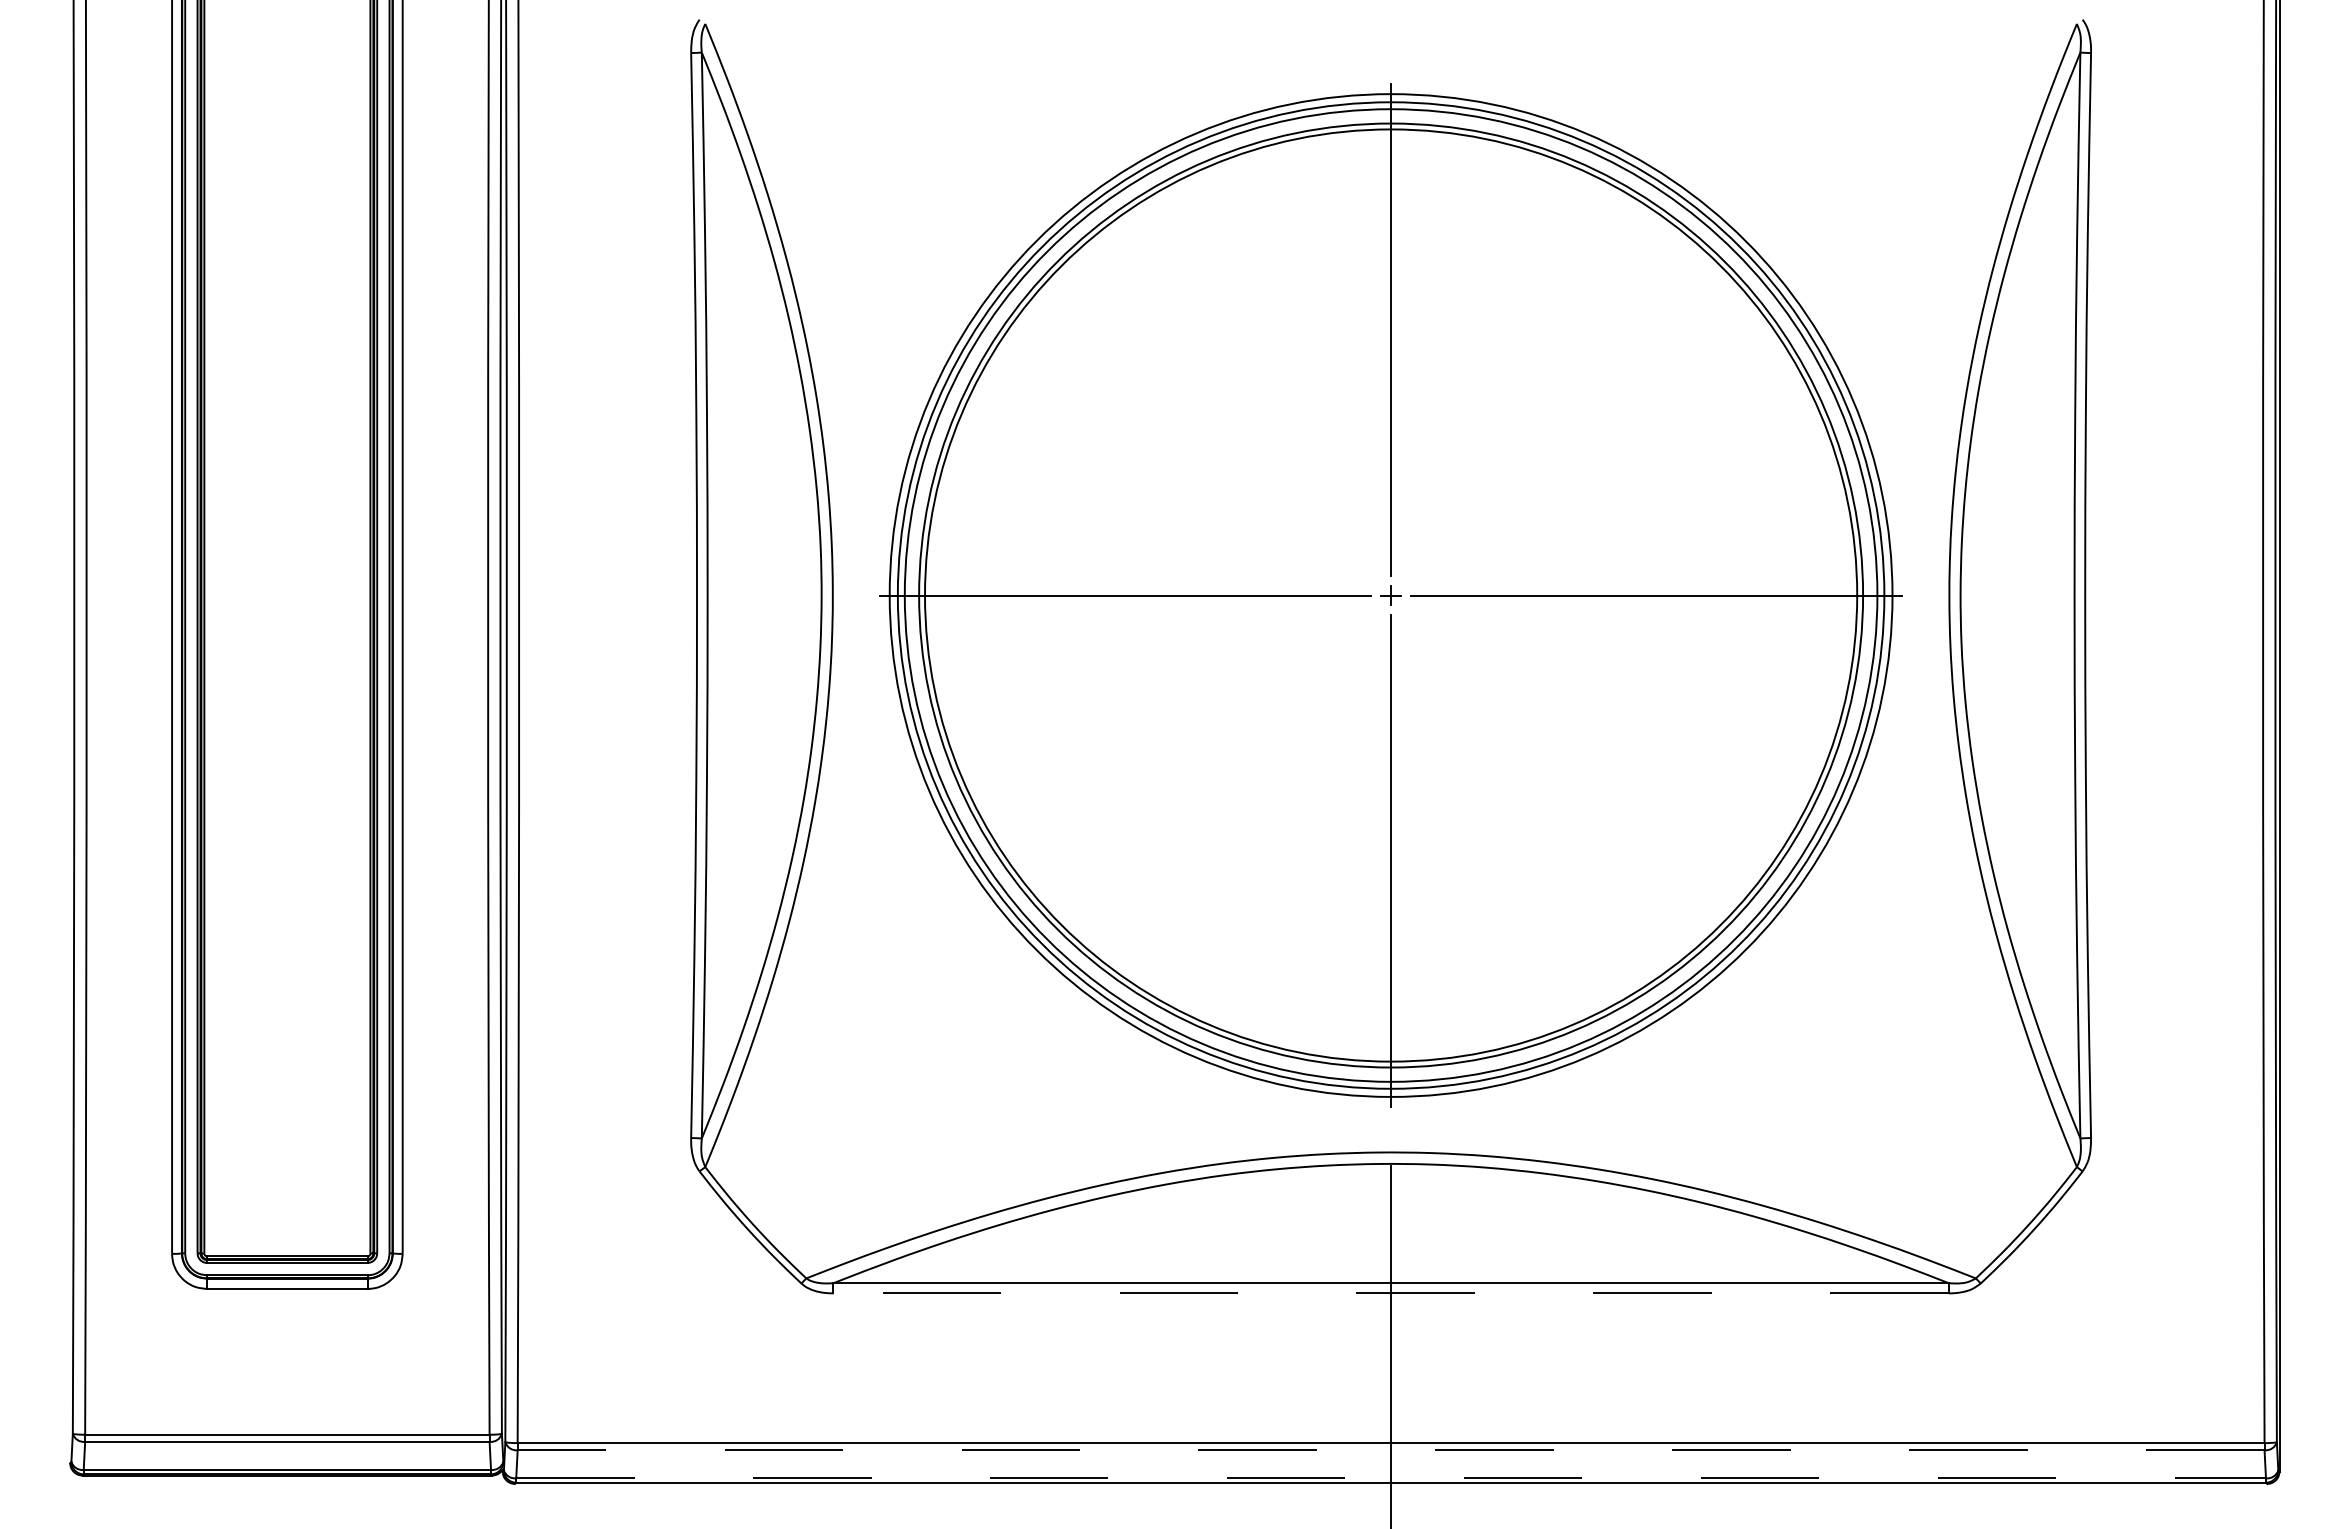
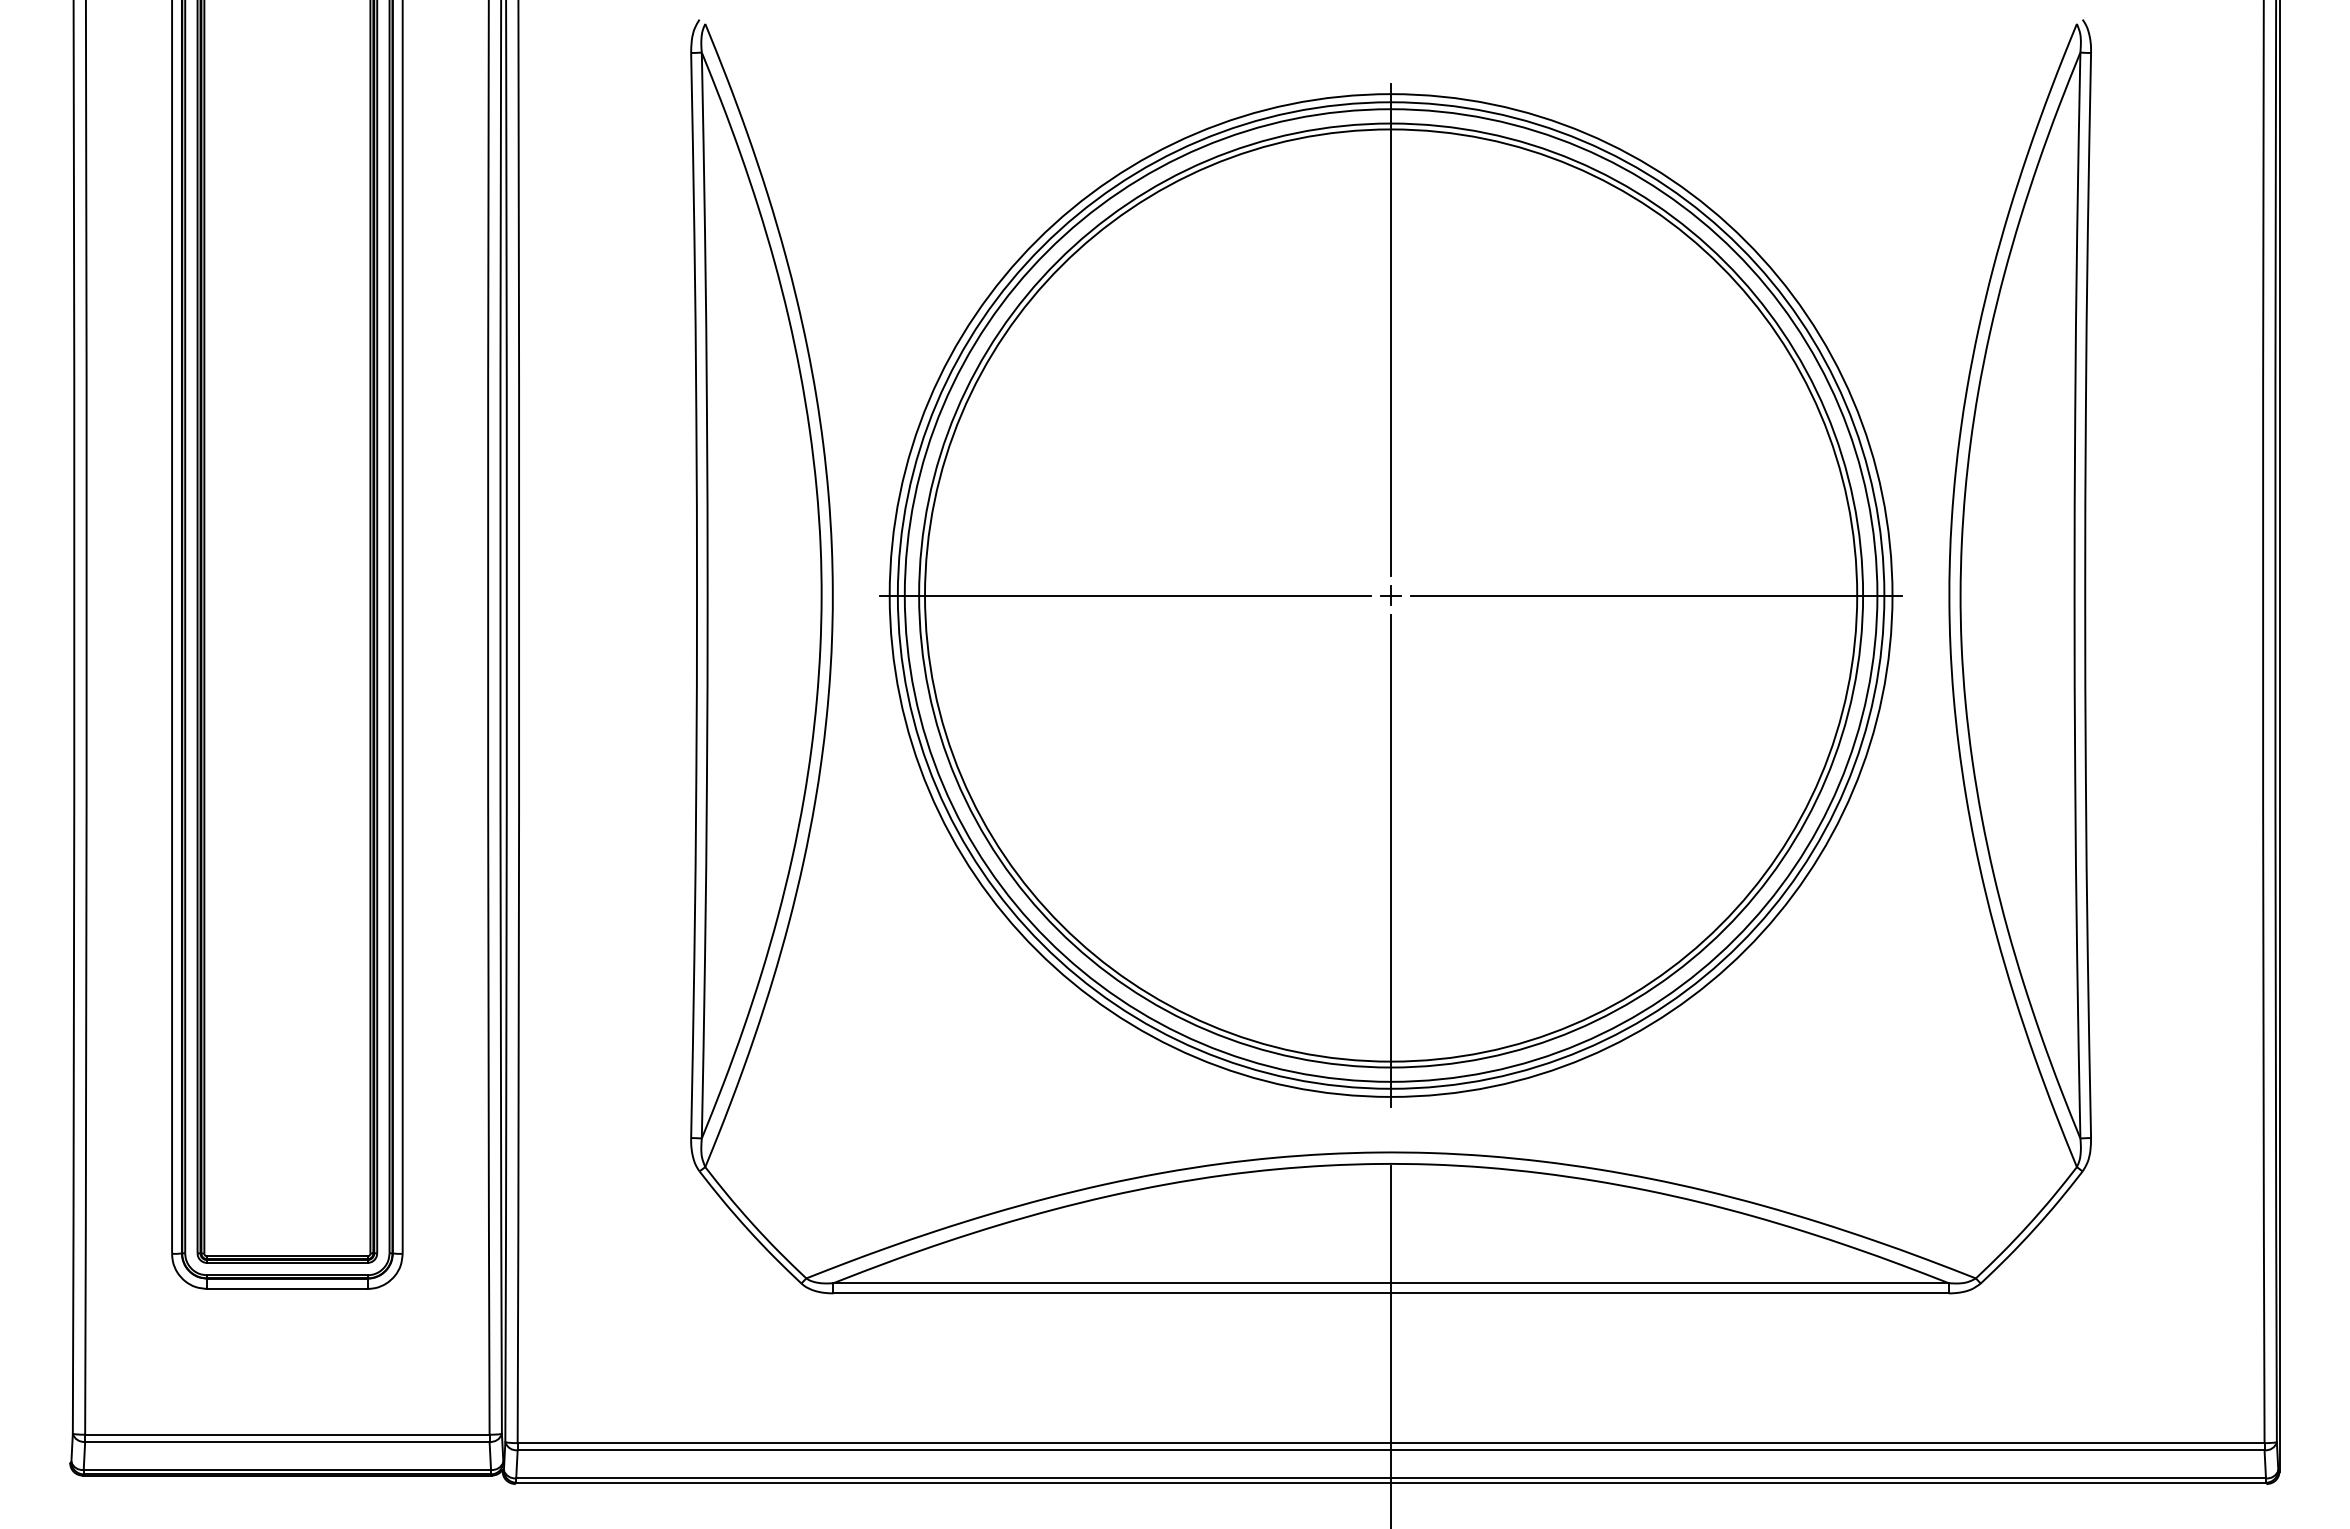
line at (1391, 1293): dashed -> solid
line at (1390, 1450): dashed -> solid
line at (1391, 1478): dashed -> solid
